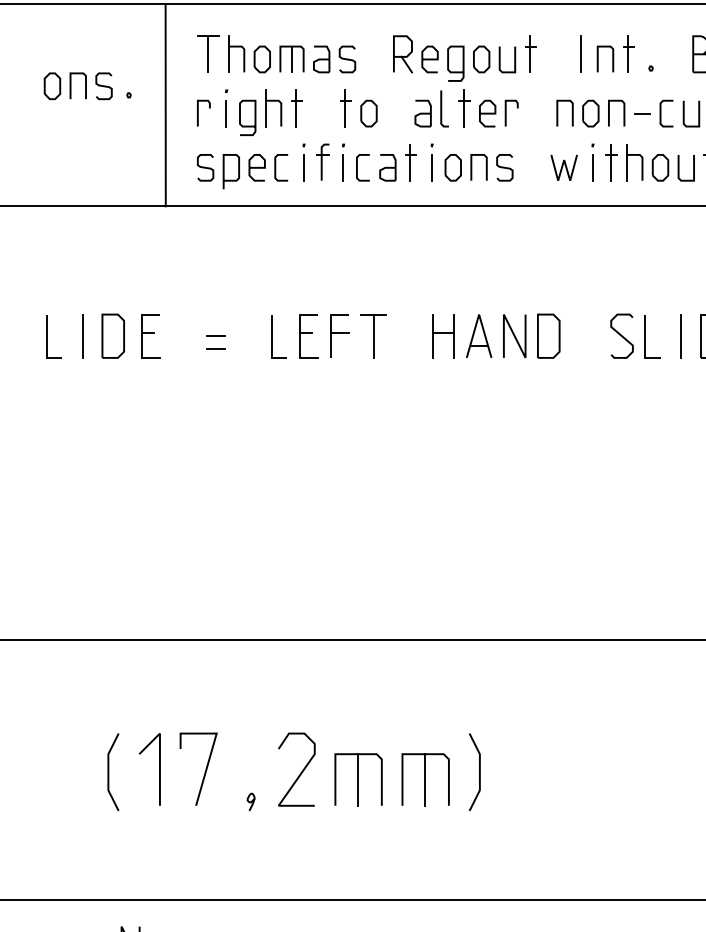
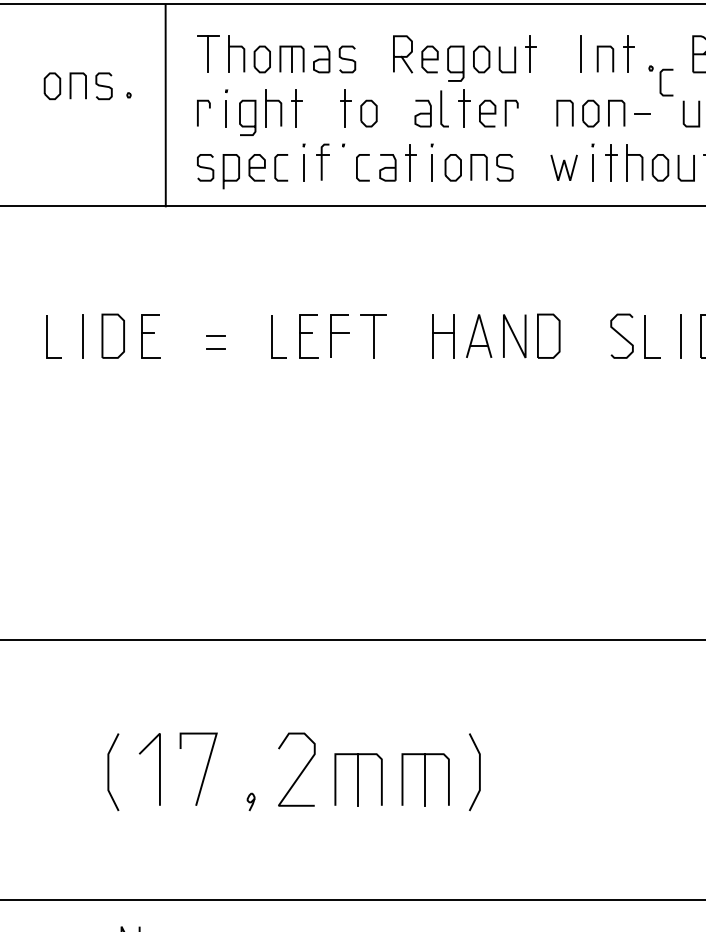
curve at (661, 113) position: (661, 113) -> (661, 82)
line at (343, 167): present -> none
